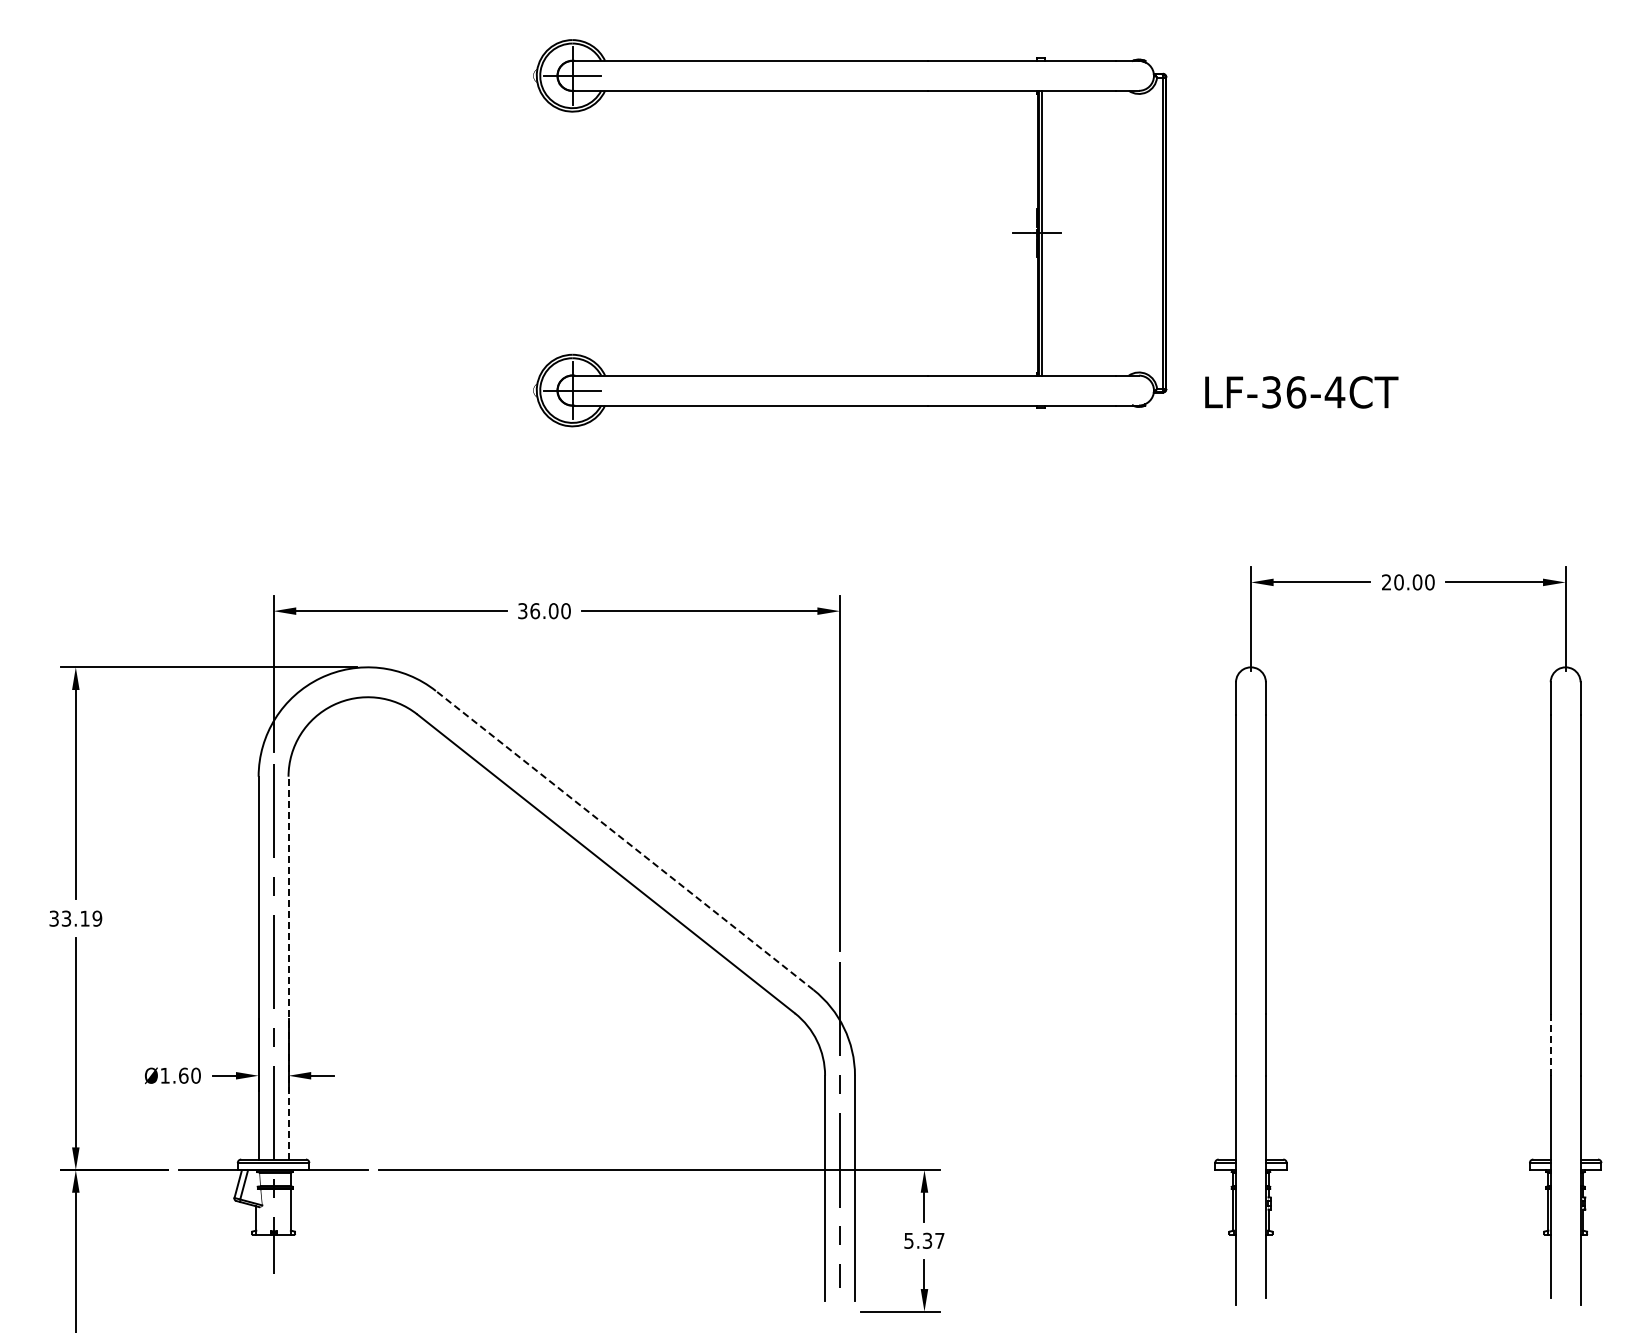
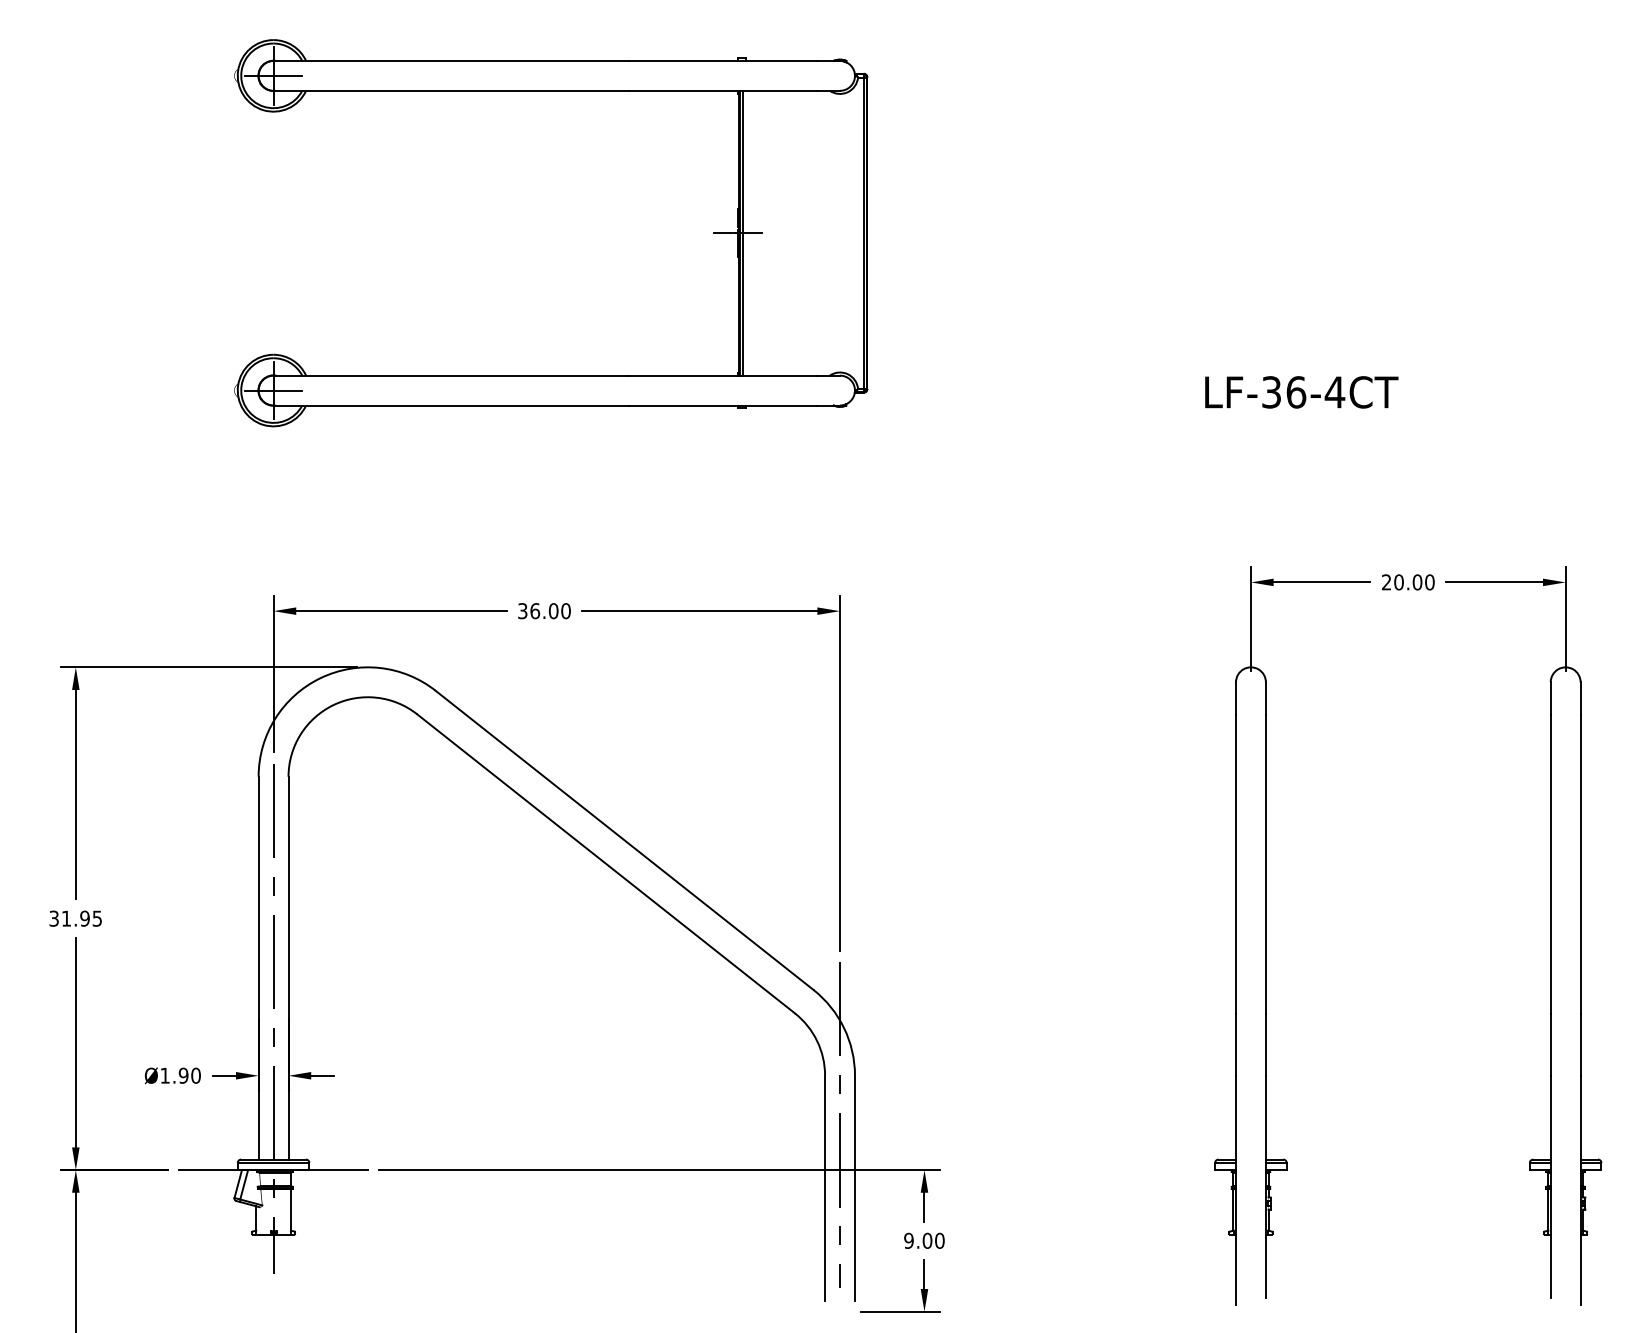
part at (850, 91) position: (850, 91) -> (551, 91)
line at (624, 840): dashed -> solid
text at (81, 918): 33.19 -> 31.95
line at (288, 967): dashed -> solid
line at (1550, 1044): dashed -> solid
text at (183, 1075): Ø1.60 -> Ø1.90
text at (924, 1240): 5.37 -> 9.00
